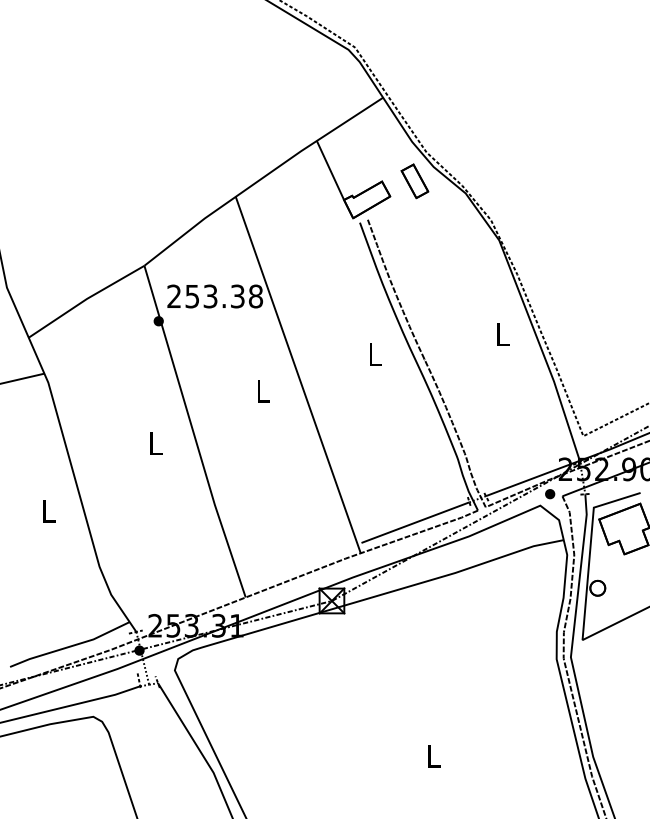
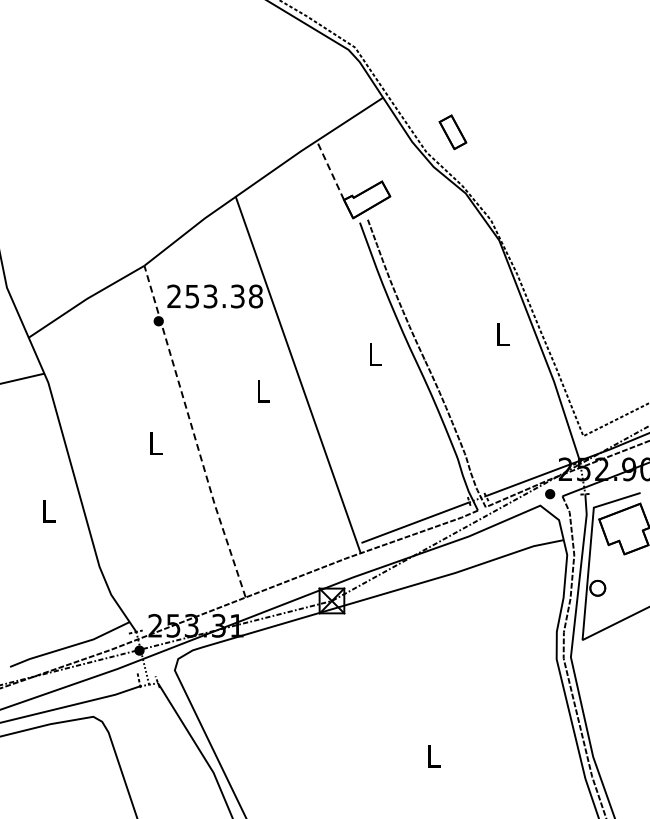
line at (330, 170): solid -> dashed
part at (414, 181) position: (414, 181) -> (452, 132)
line at (193, 432): solid -> dashed
